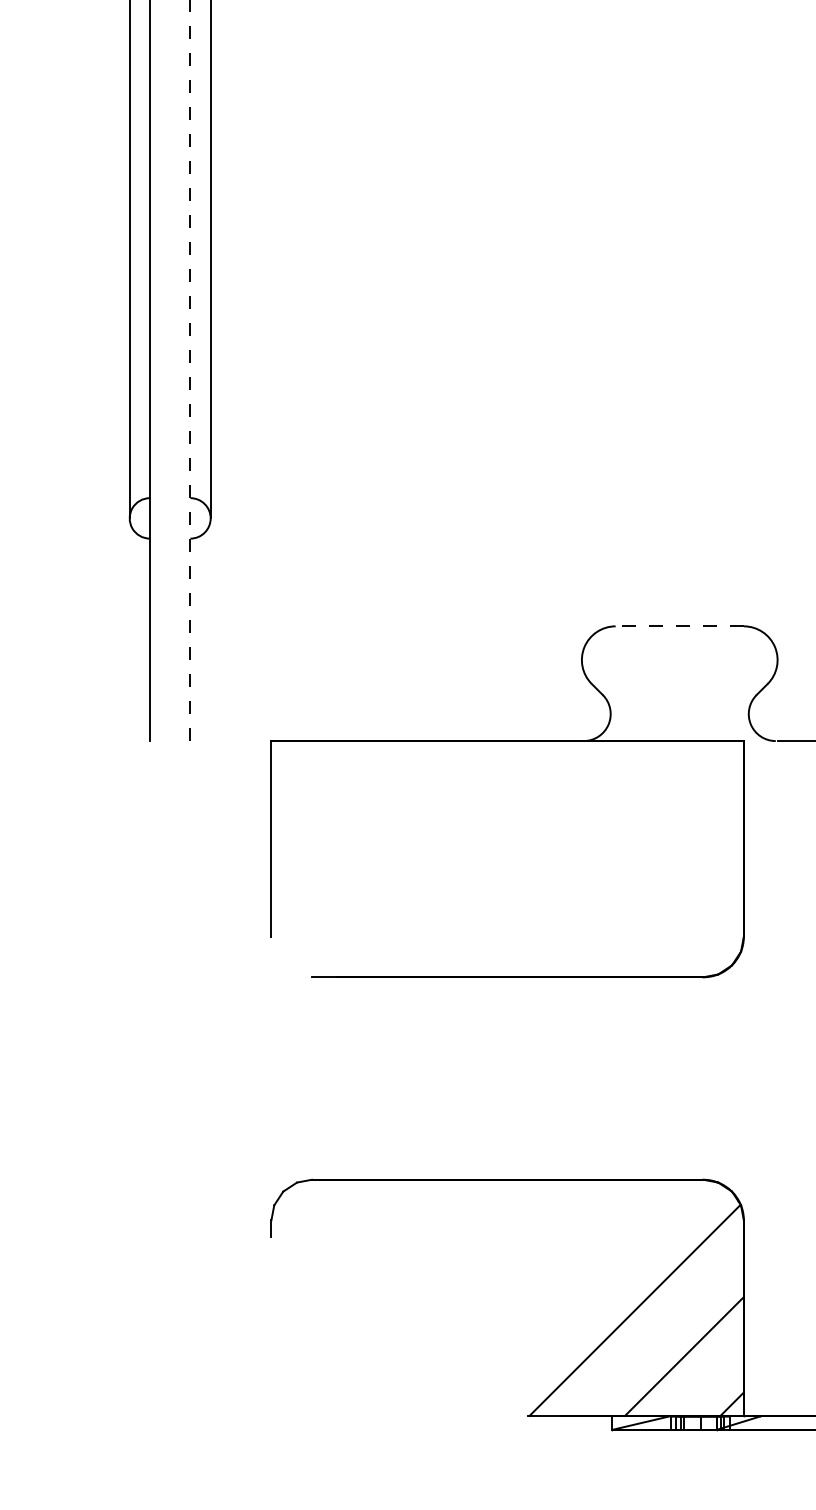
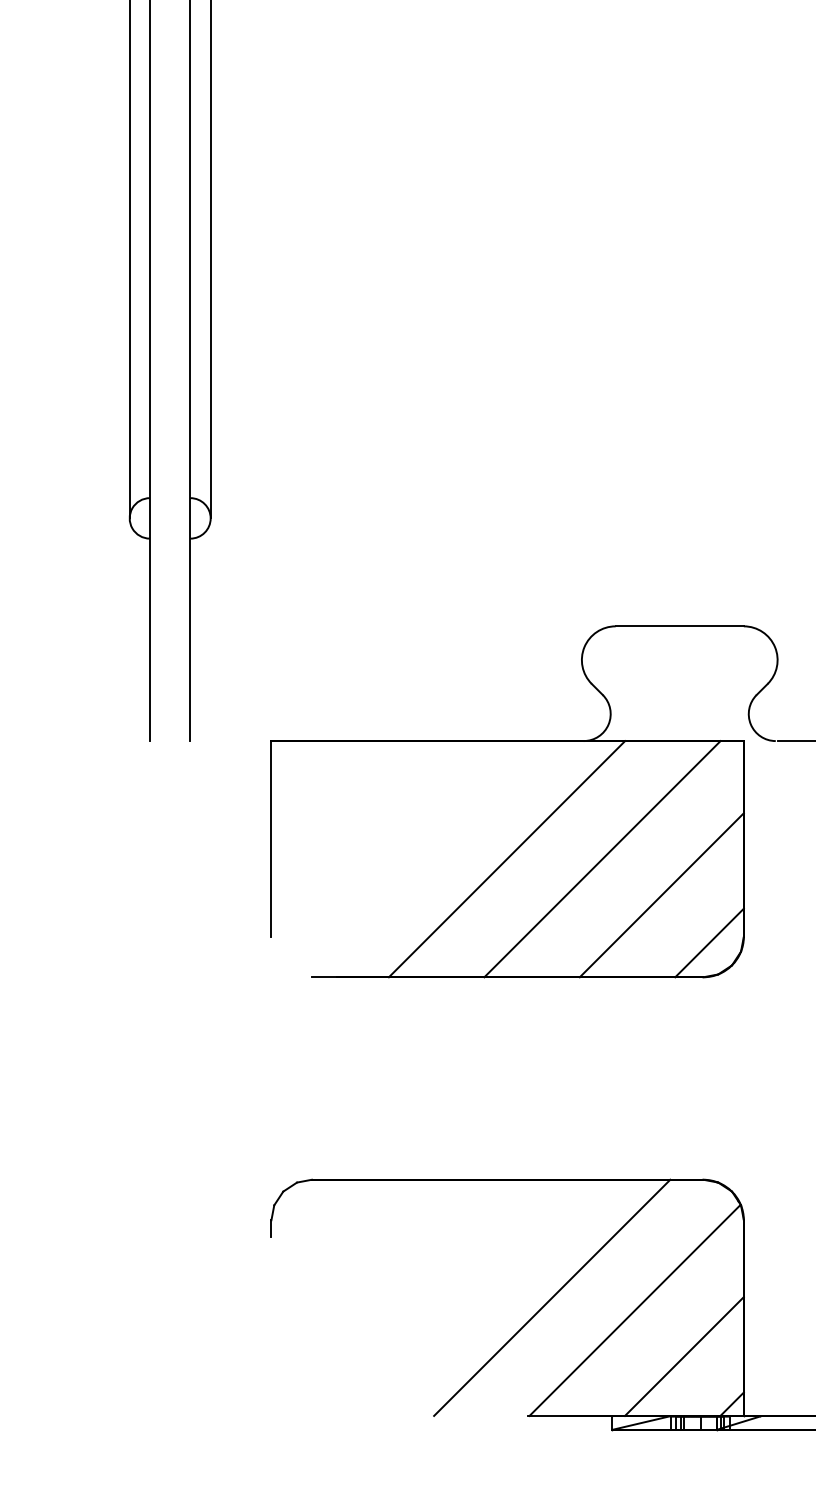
line at (190, 370): dashed -> solid
line at (679, 626): dashed -> solid
line at (506, 859): none -> present
line at (602, 859): none -> present
line at (661, 895): none -> present
line at (709, 942): none -> present
line at (552, 1297): none -> present
